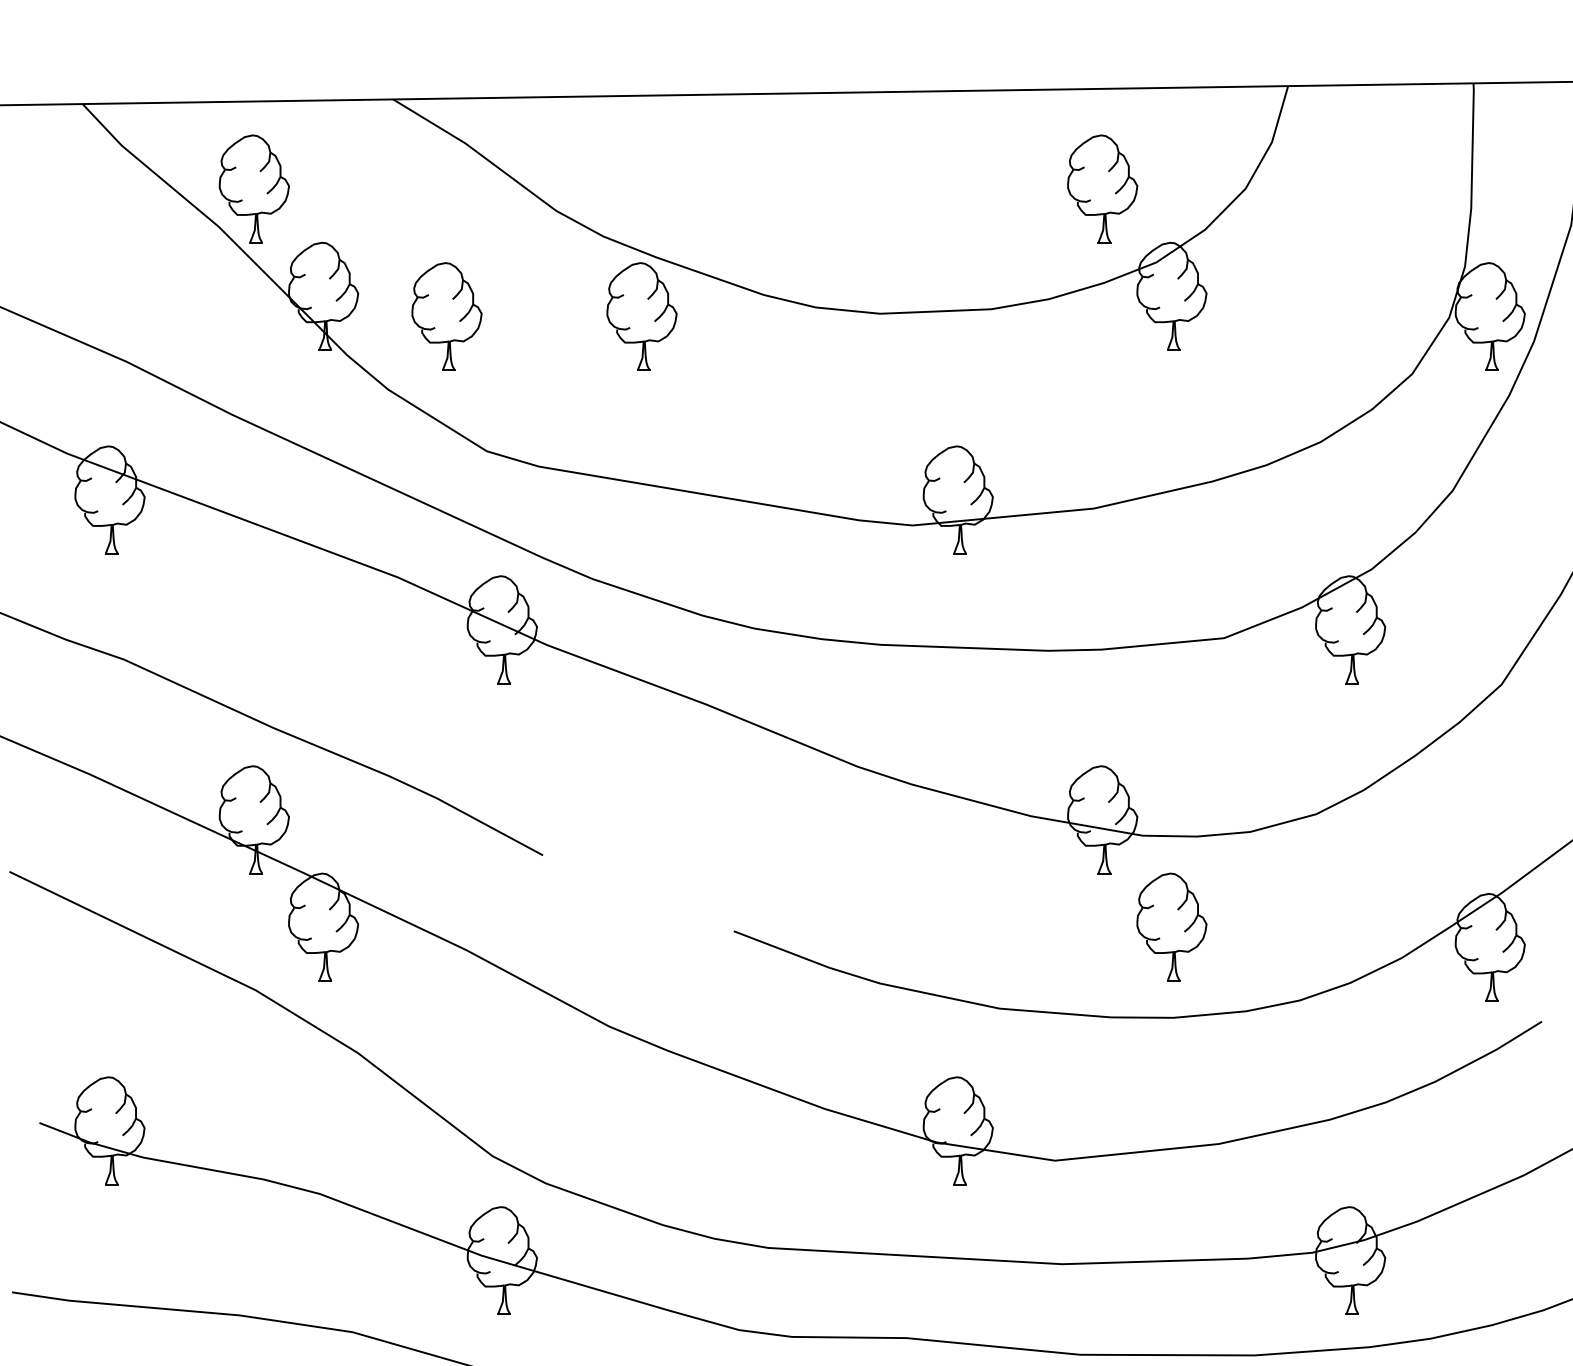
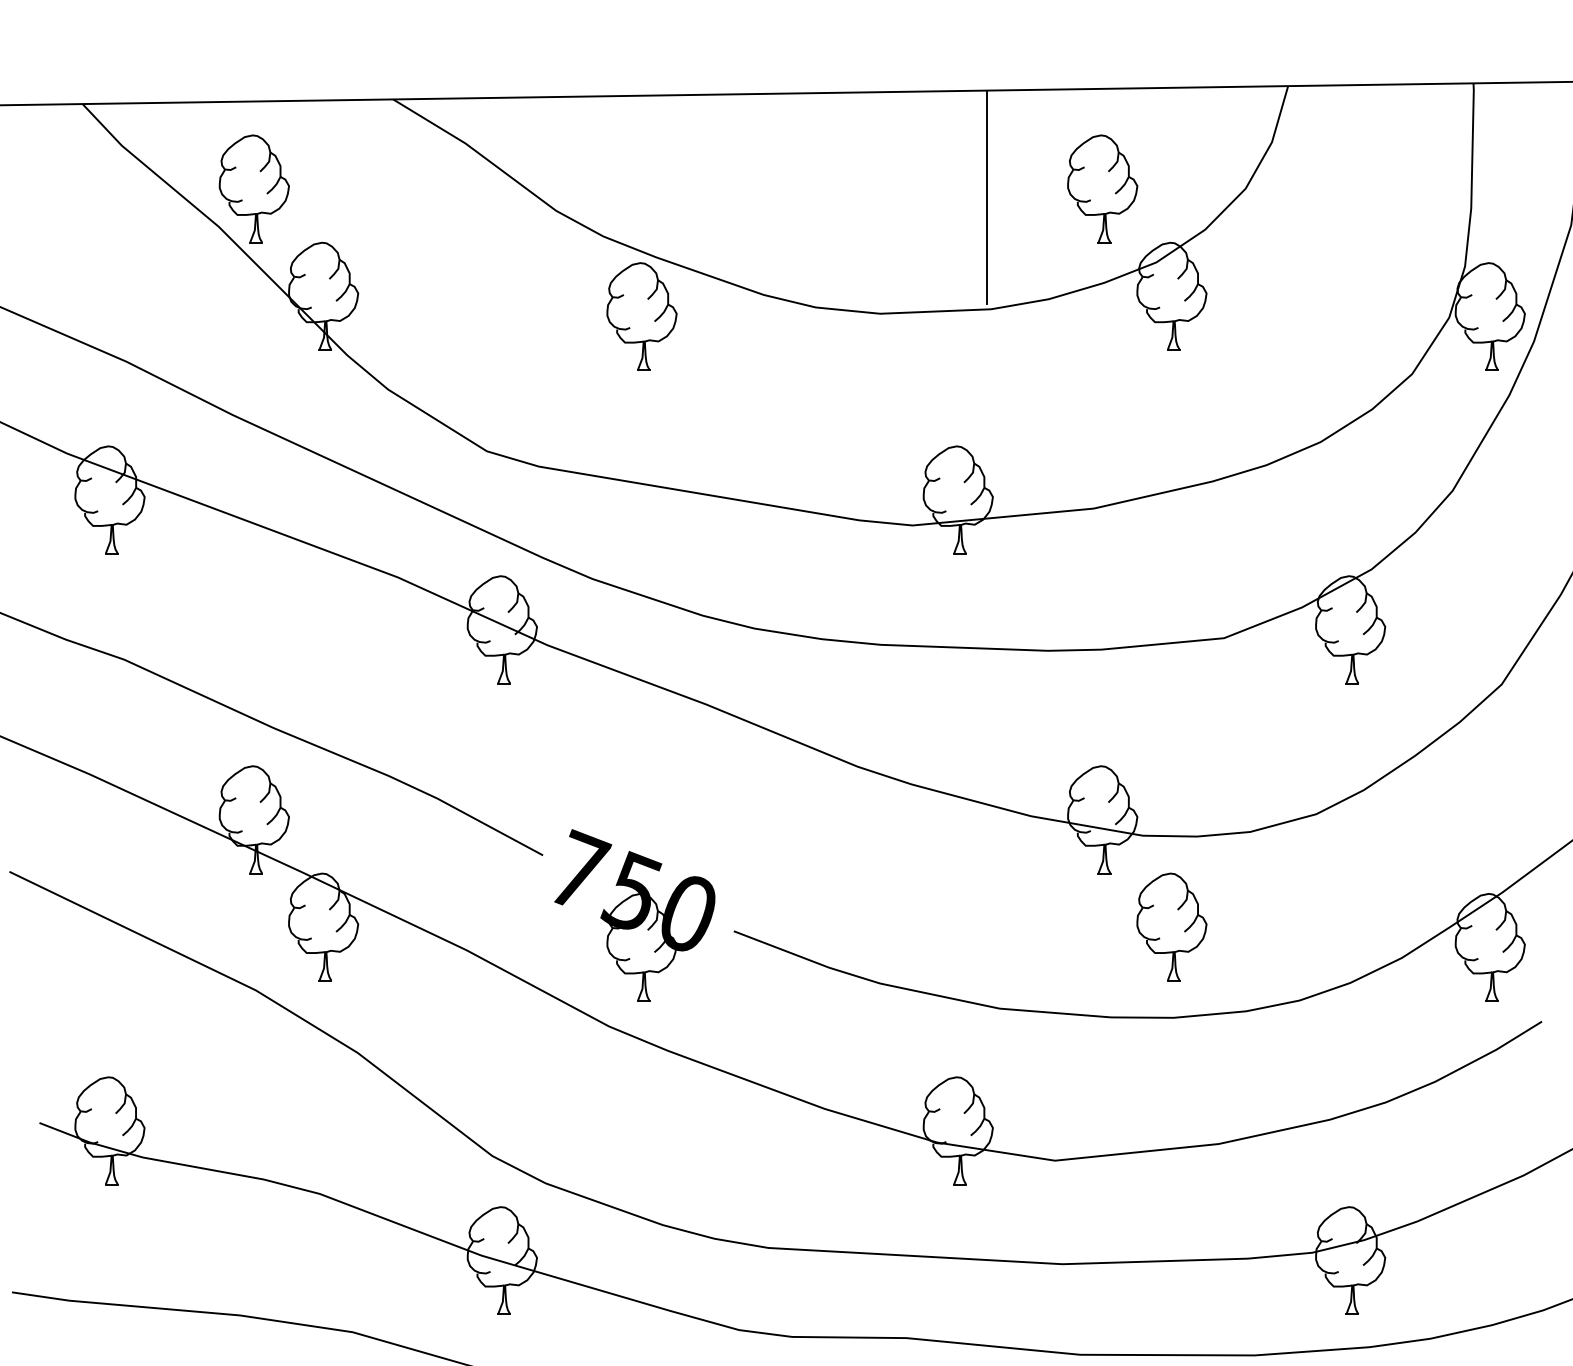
line at (986, 197): none -> present
part at (446, 316): present -> none
part at (634, 915): none -> present
